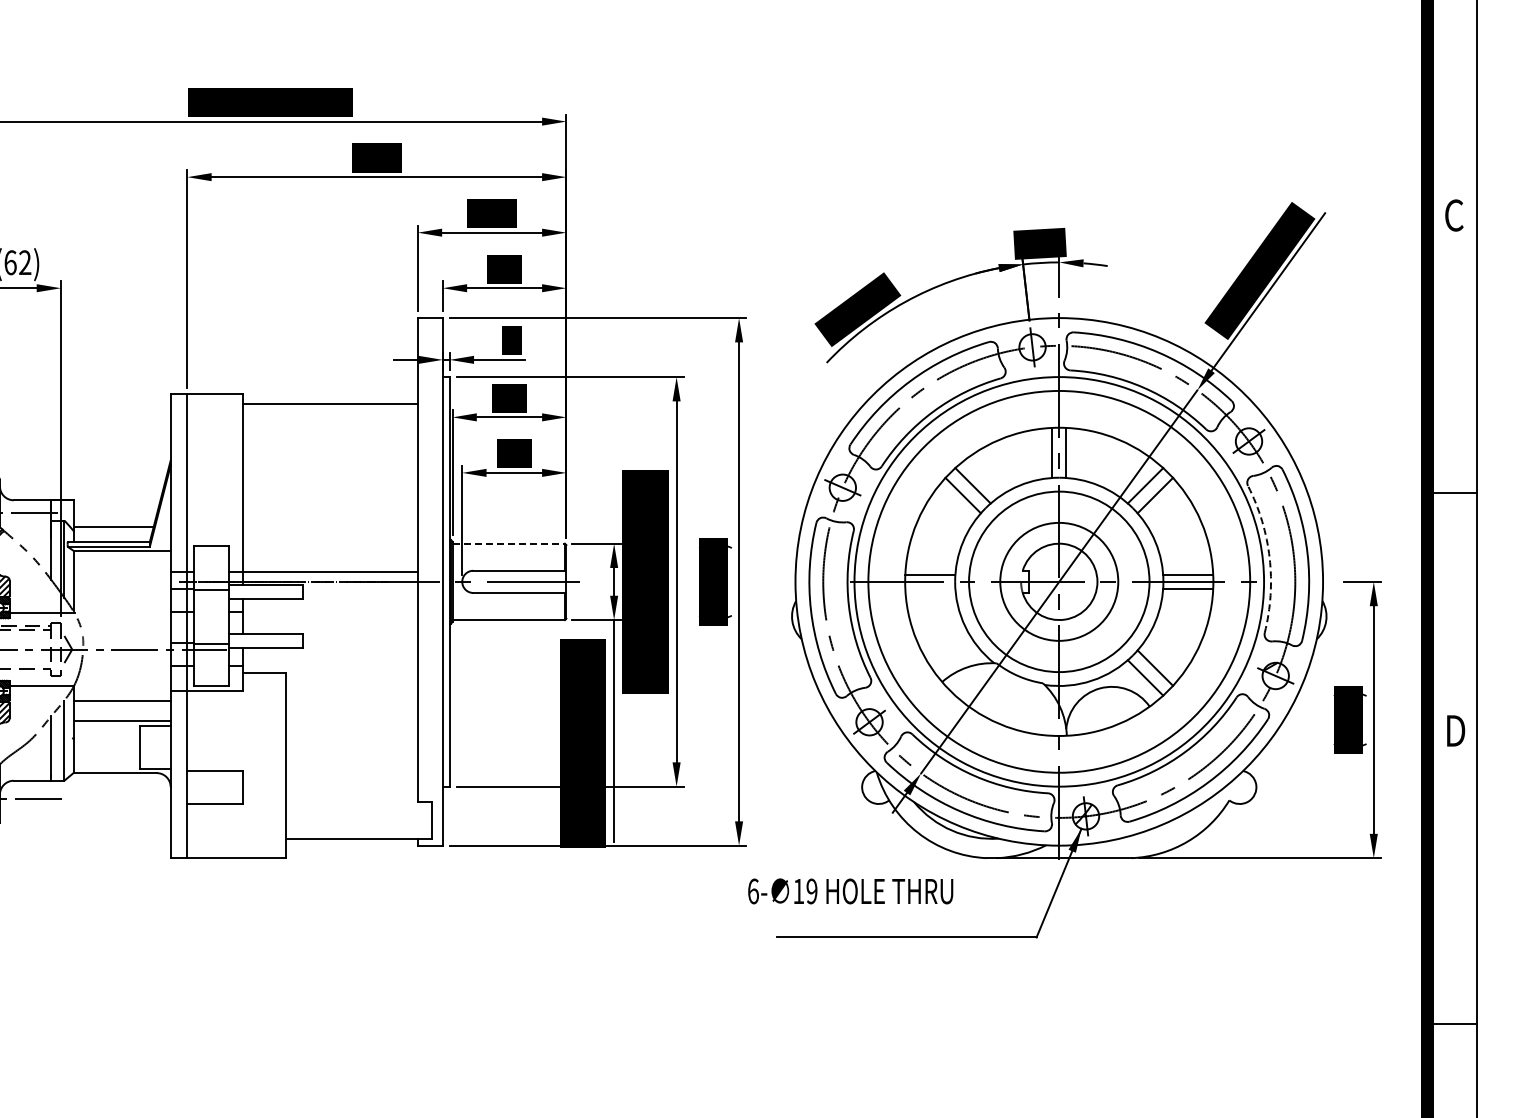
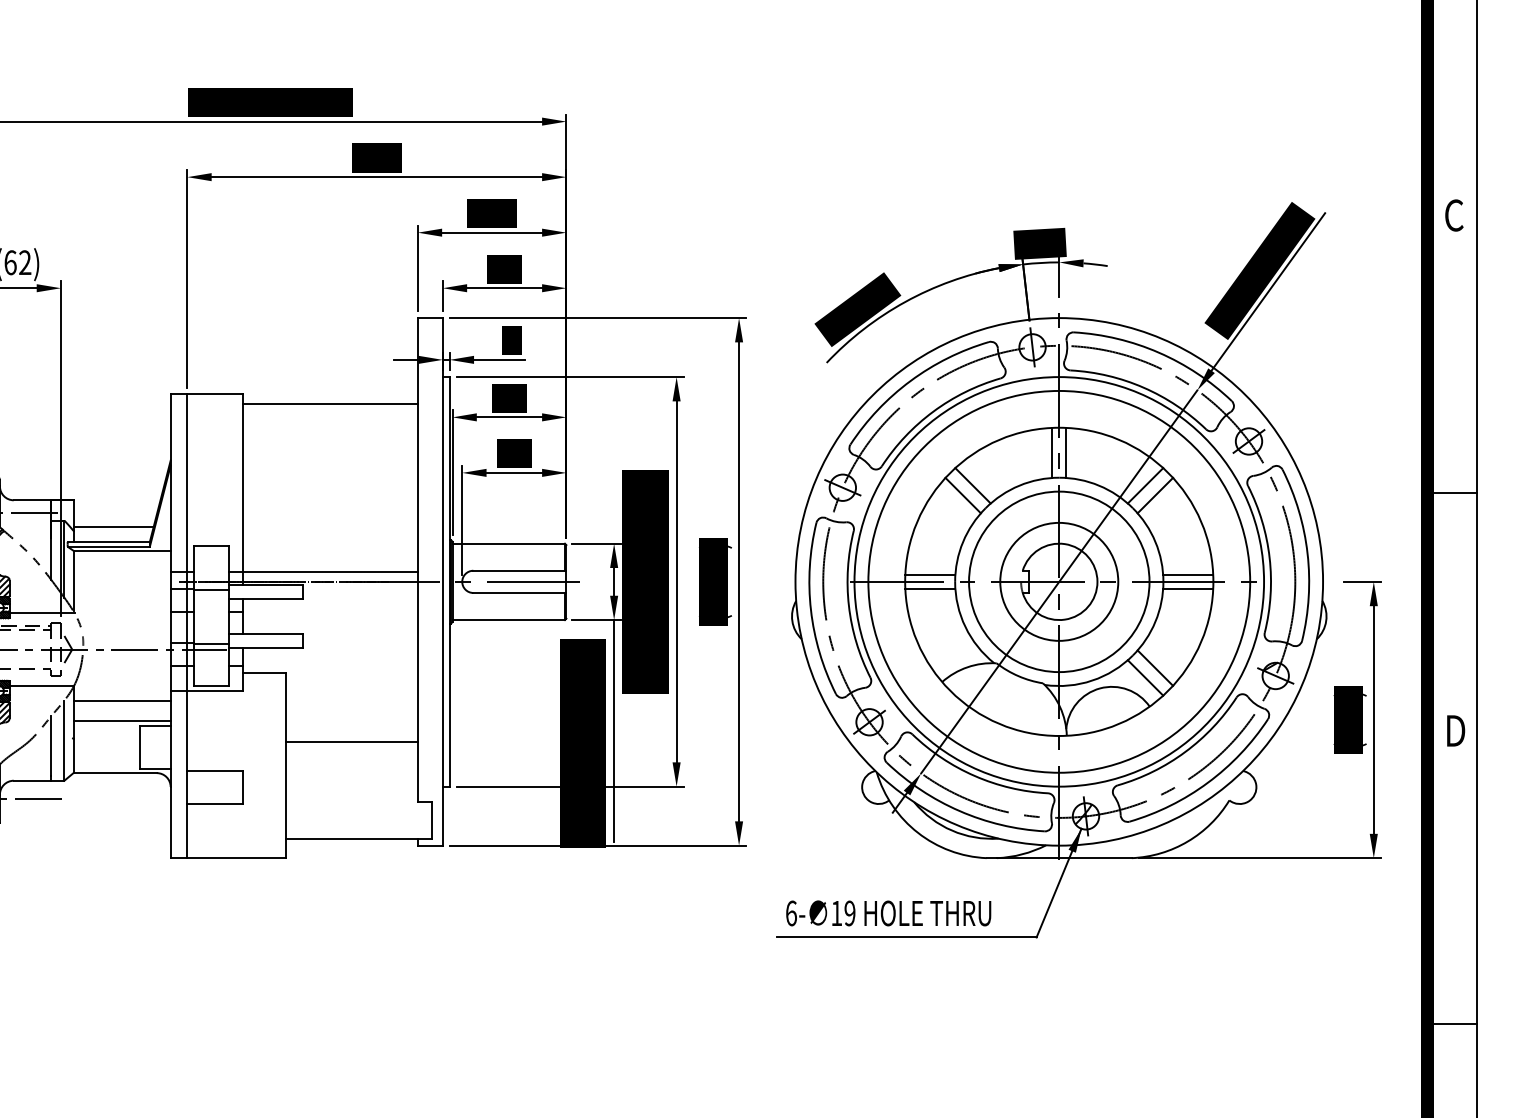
line at (509, 543): dashed -> solid
arc at (1269, 557): dashed -> solid
line at (930, 588): none -> present
line at (351, 741): none -> present
text at (850, 891) position: (850, 891) -> (888, 913)
